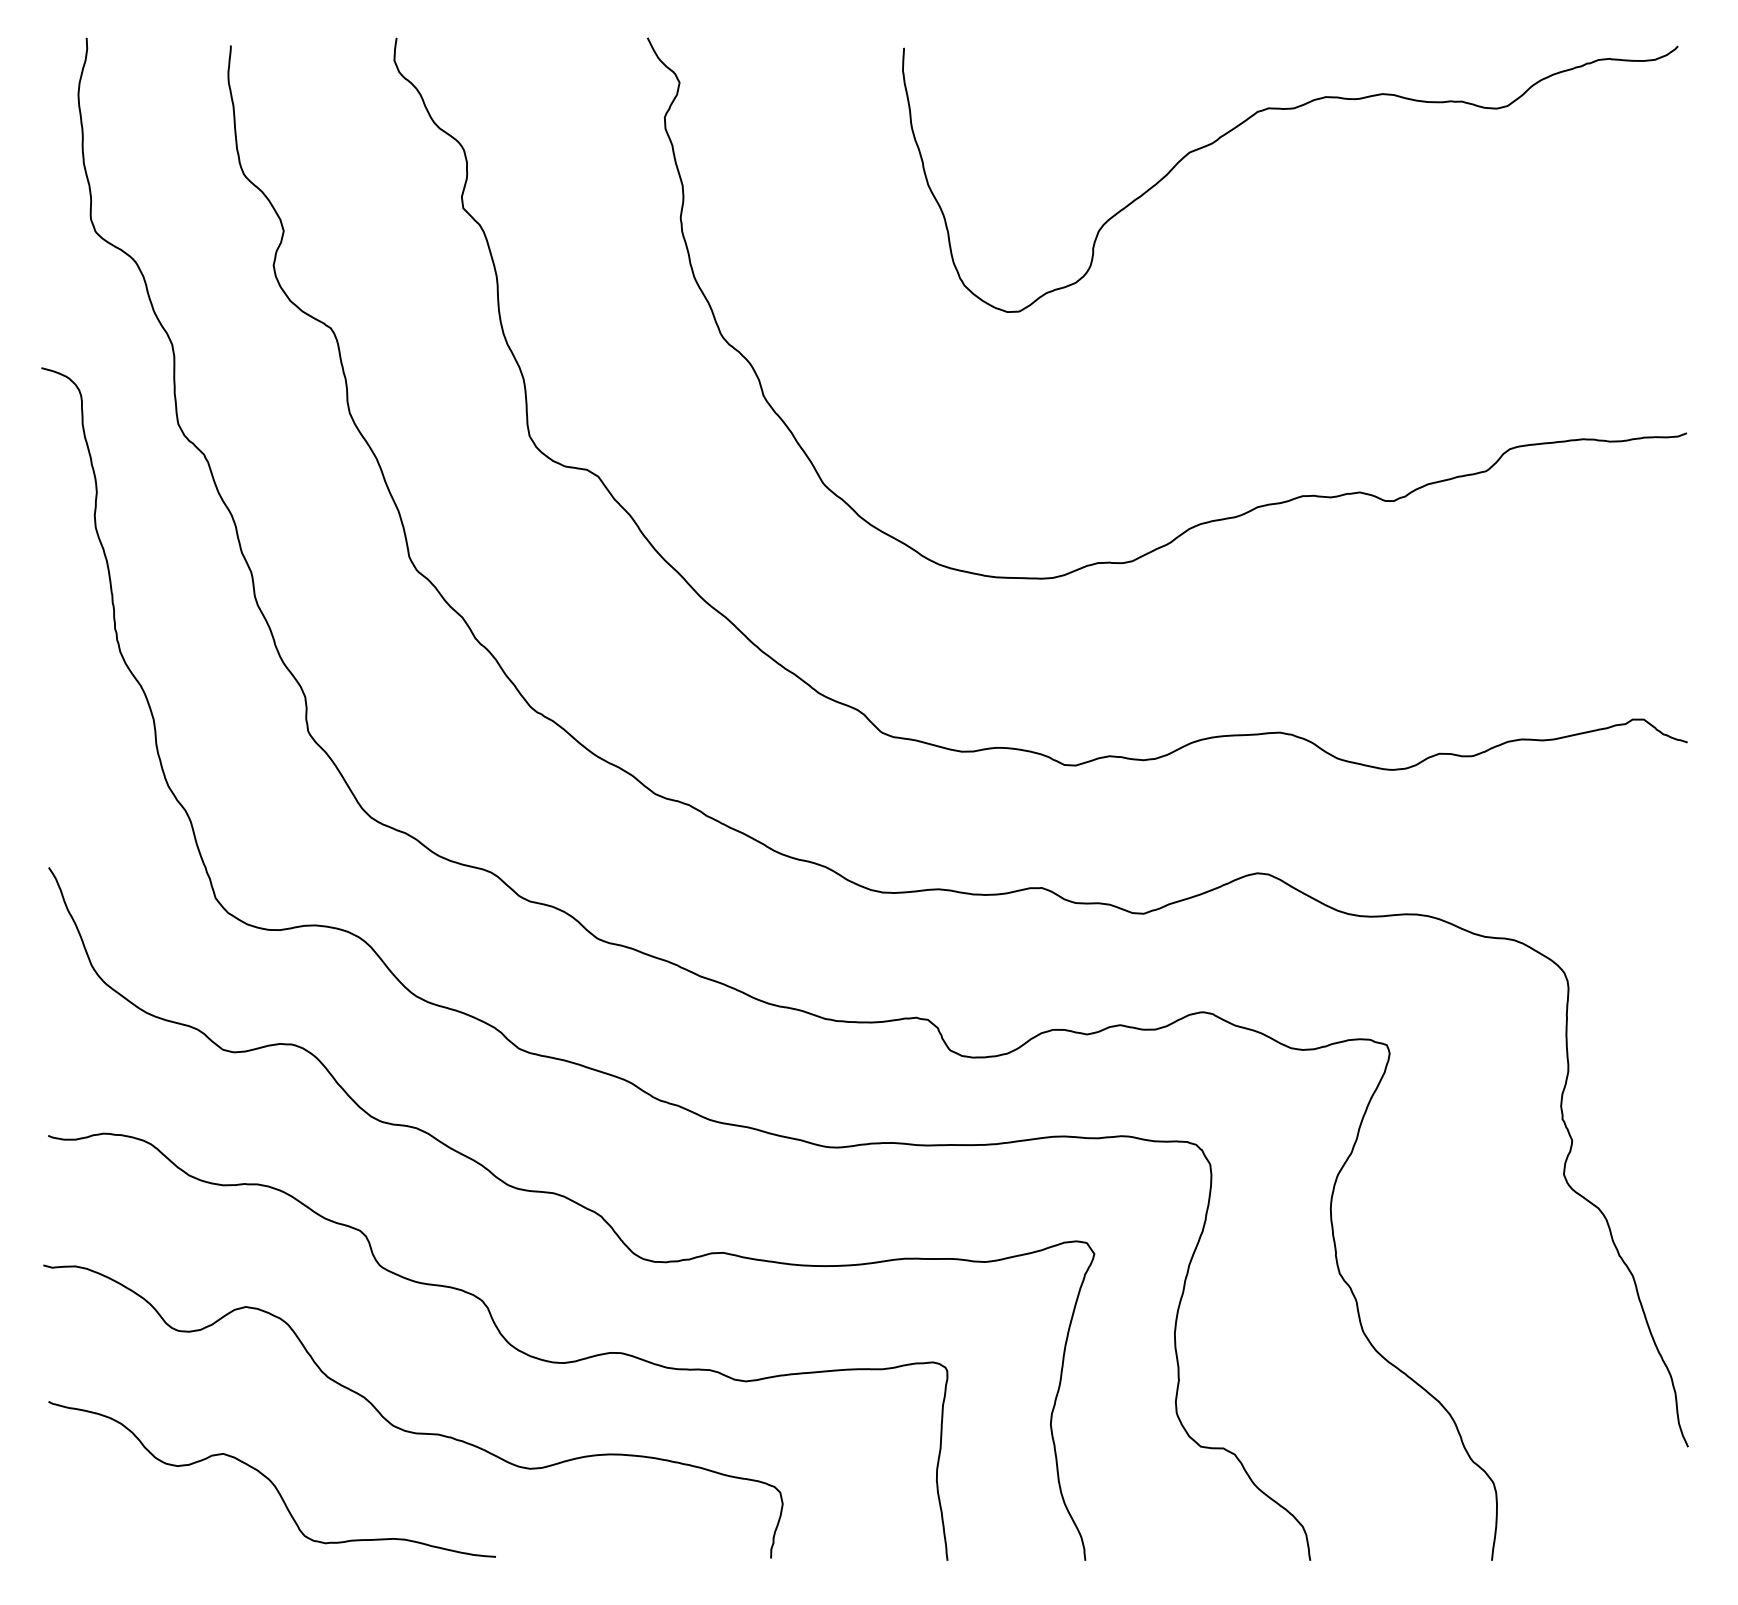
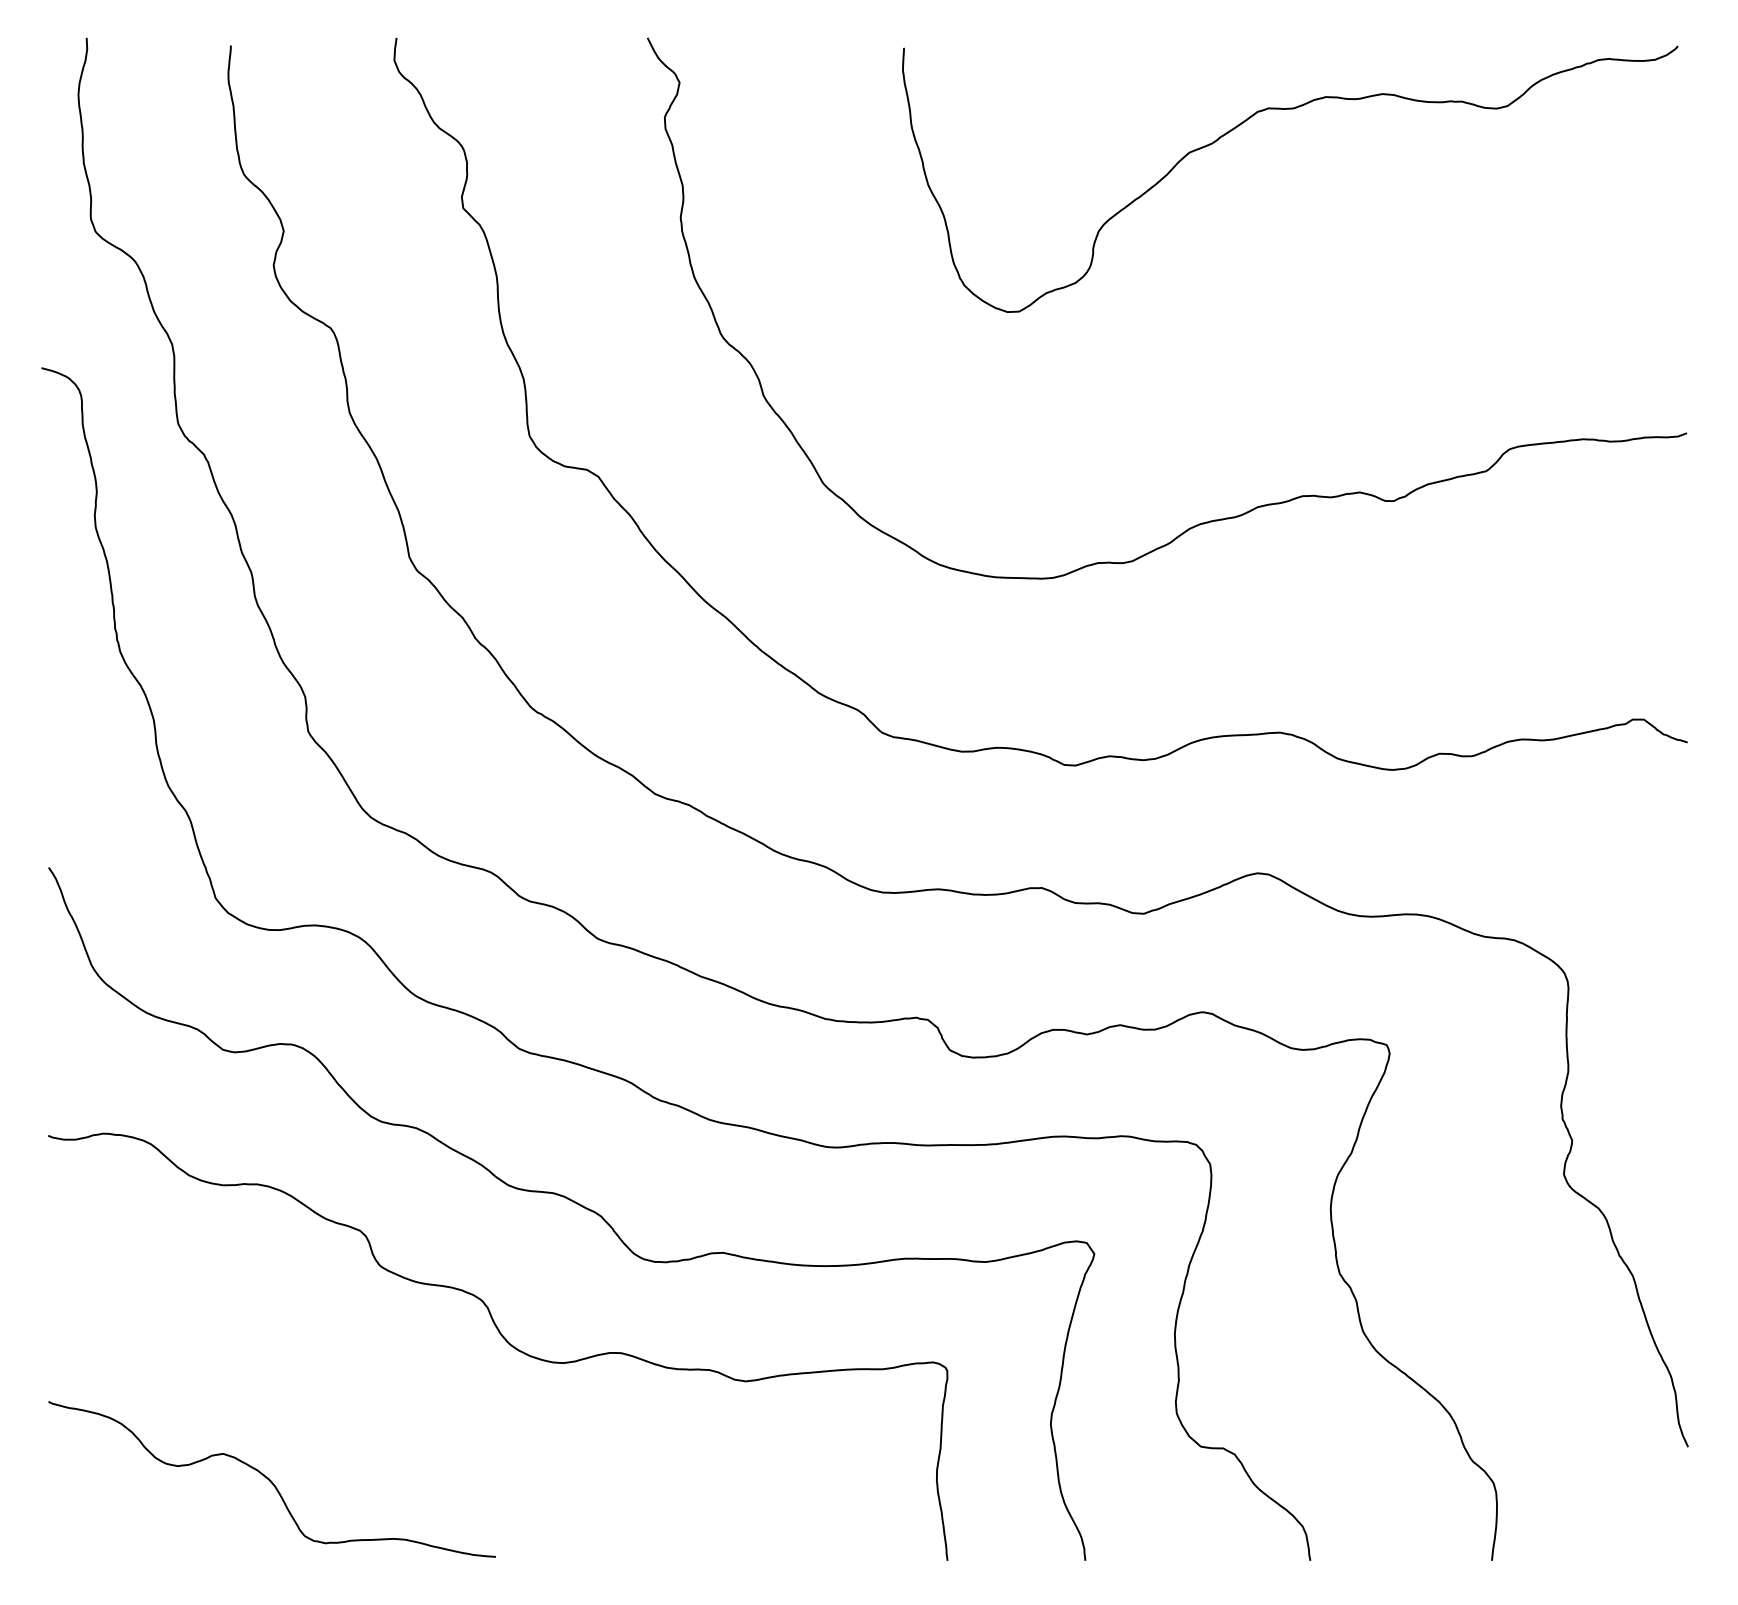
curve at (408, 1430): present -> none
